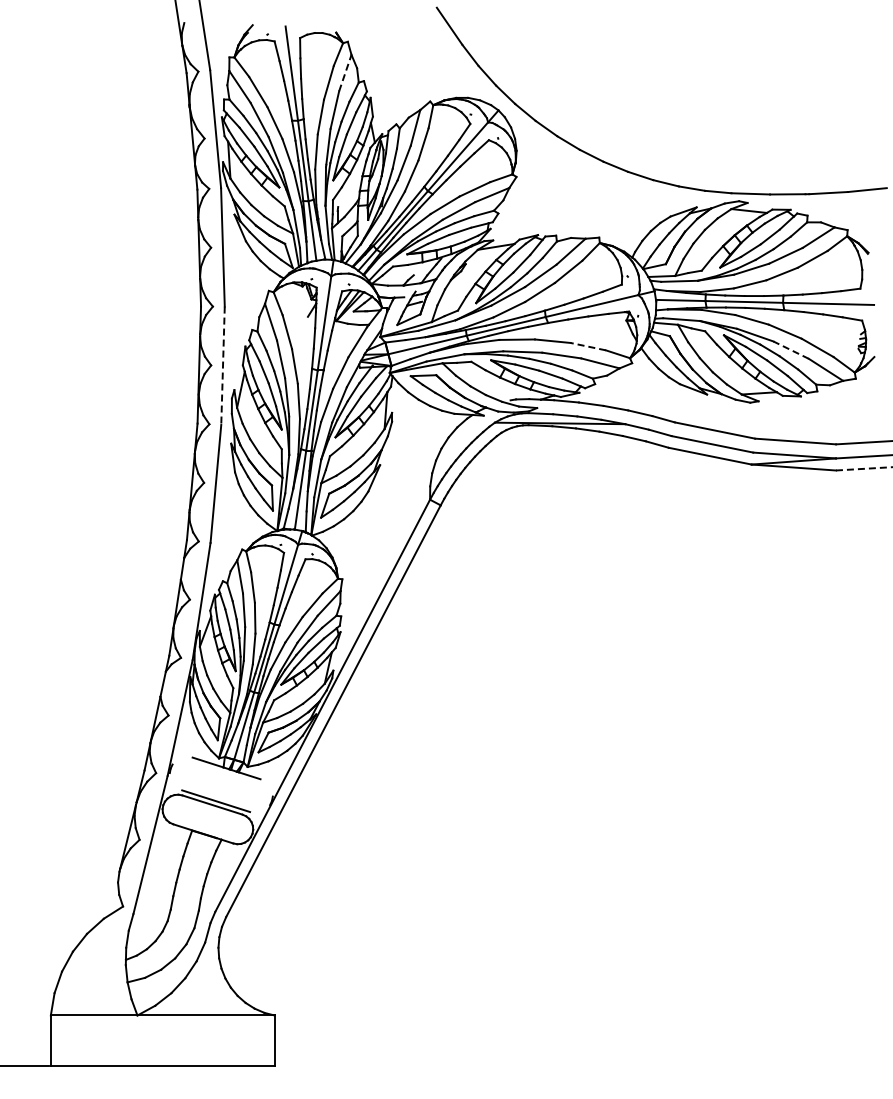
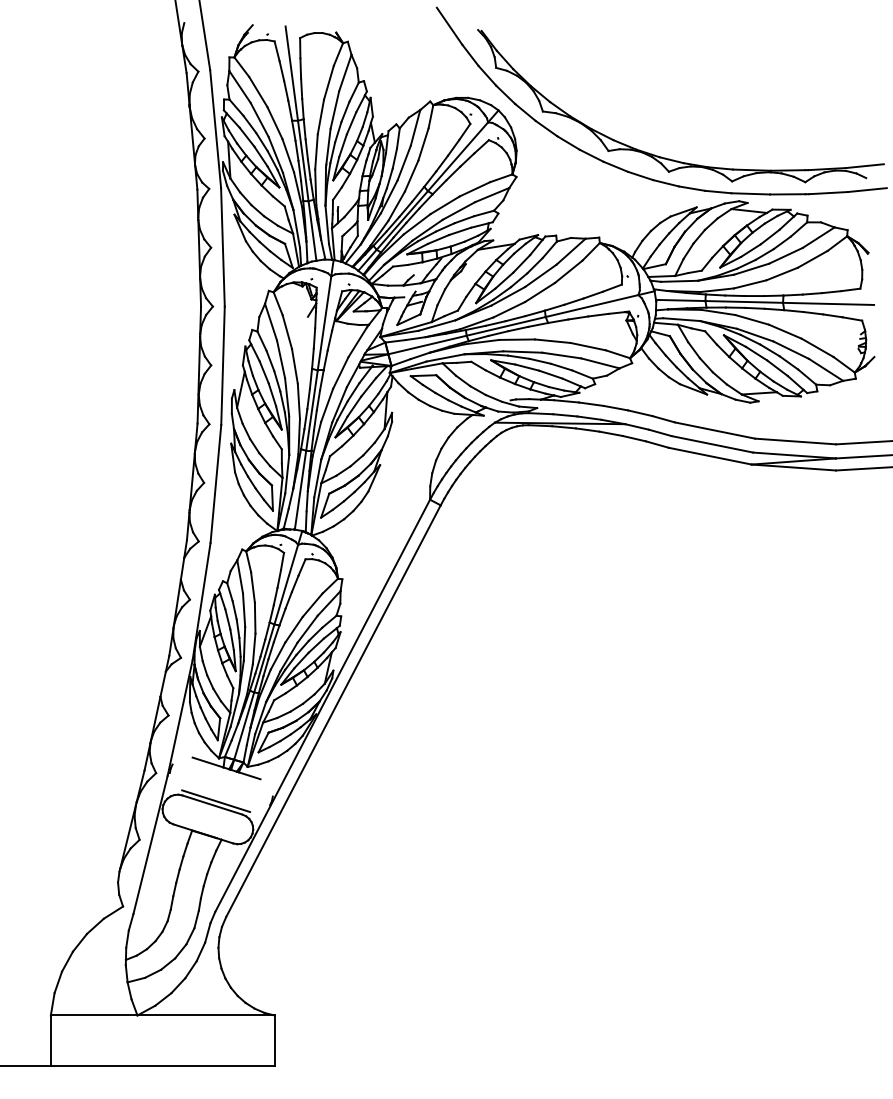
line at (345, 72): dashed -> solid
part at (669, 158): none -> present
line at (587, 346): dashed -> solid
line at (791, 350): dashed -> solid
line at (223, 366): dashed -> solid
line at (864, 468): dashed -> solid
